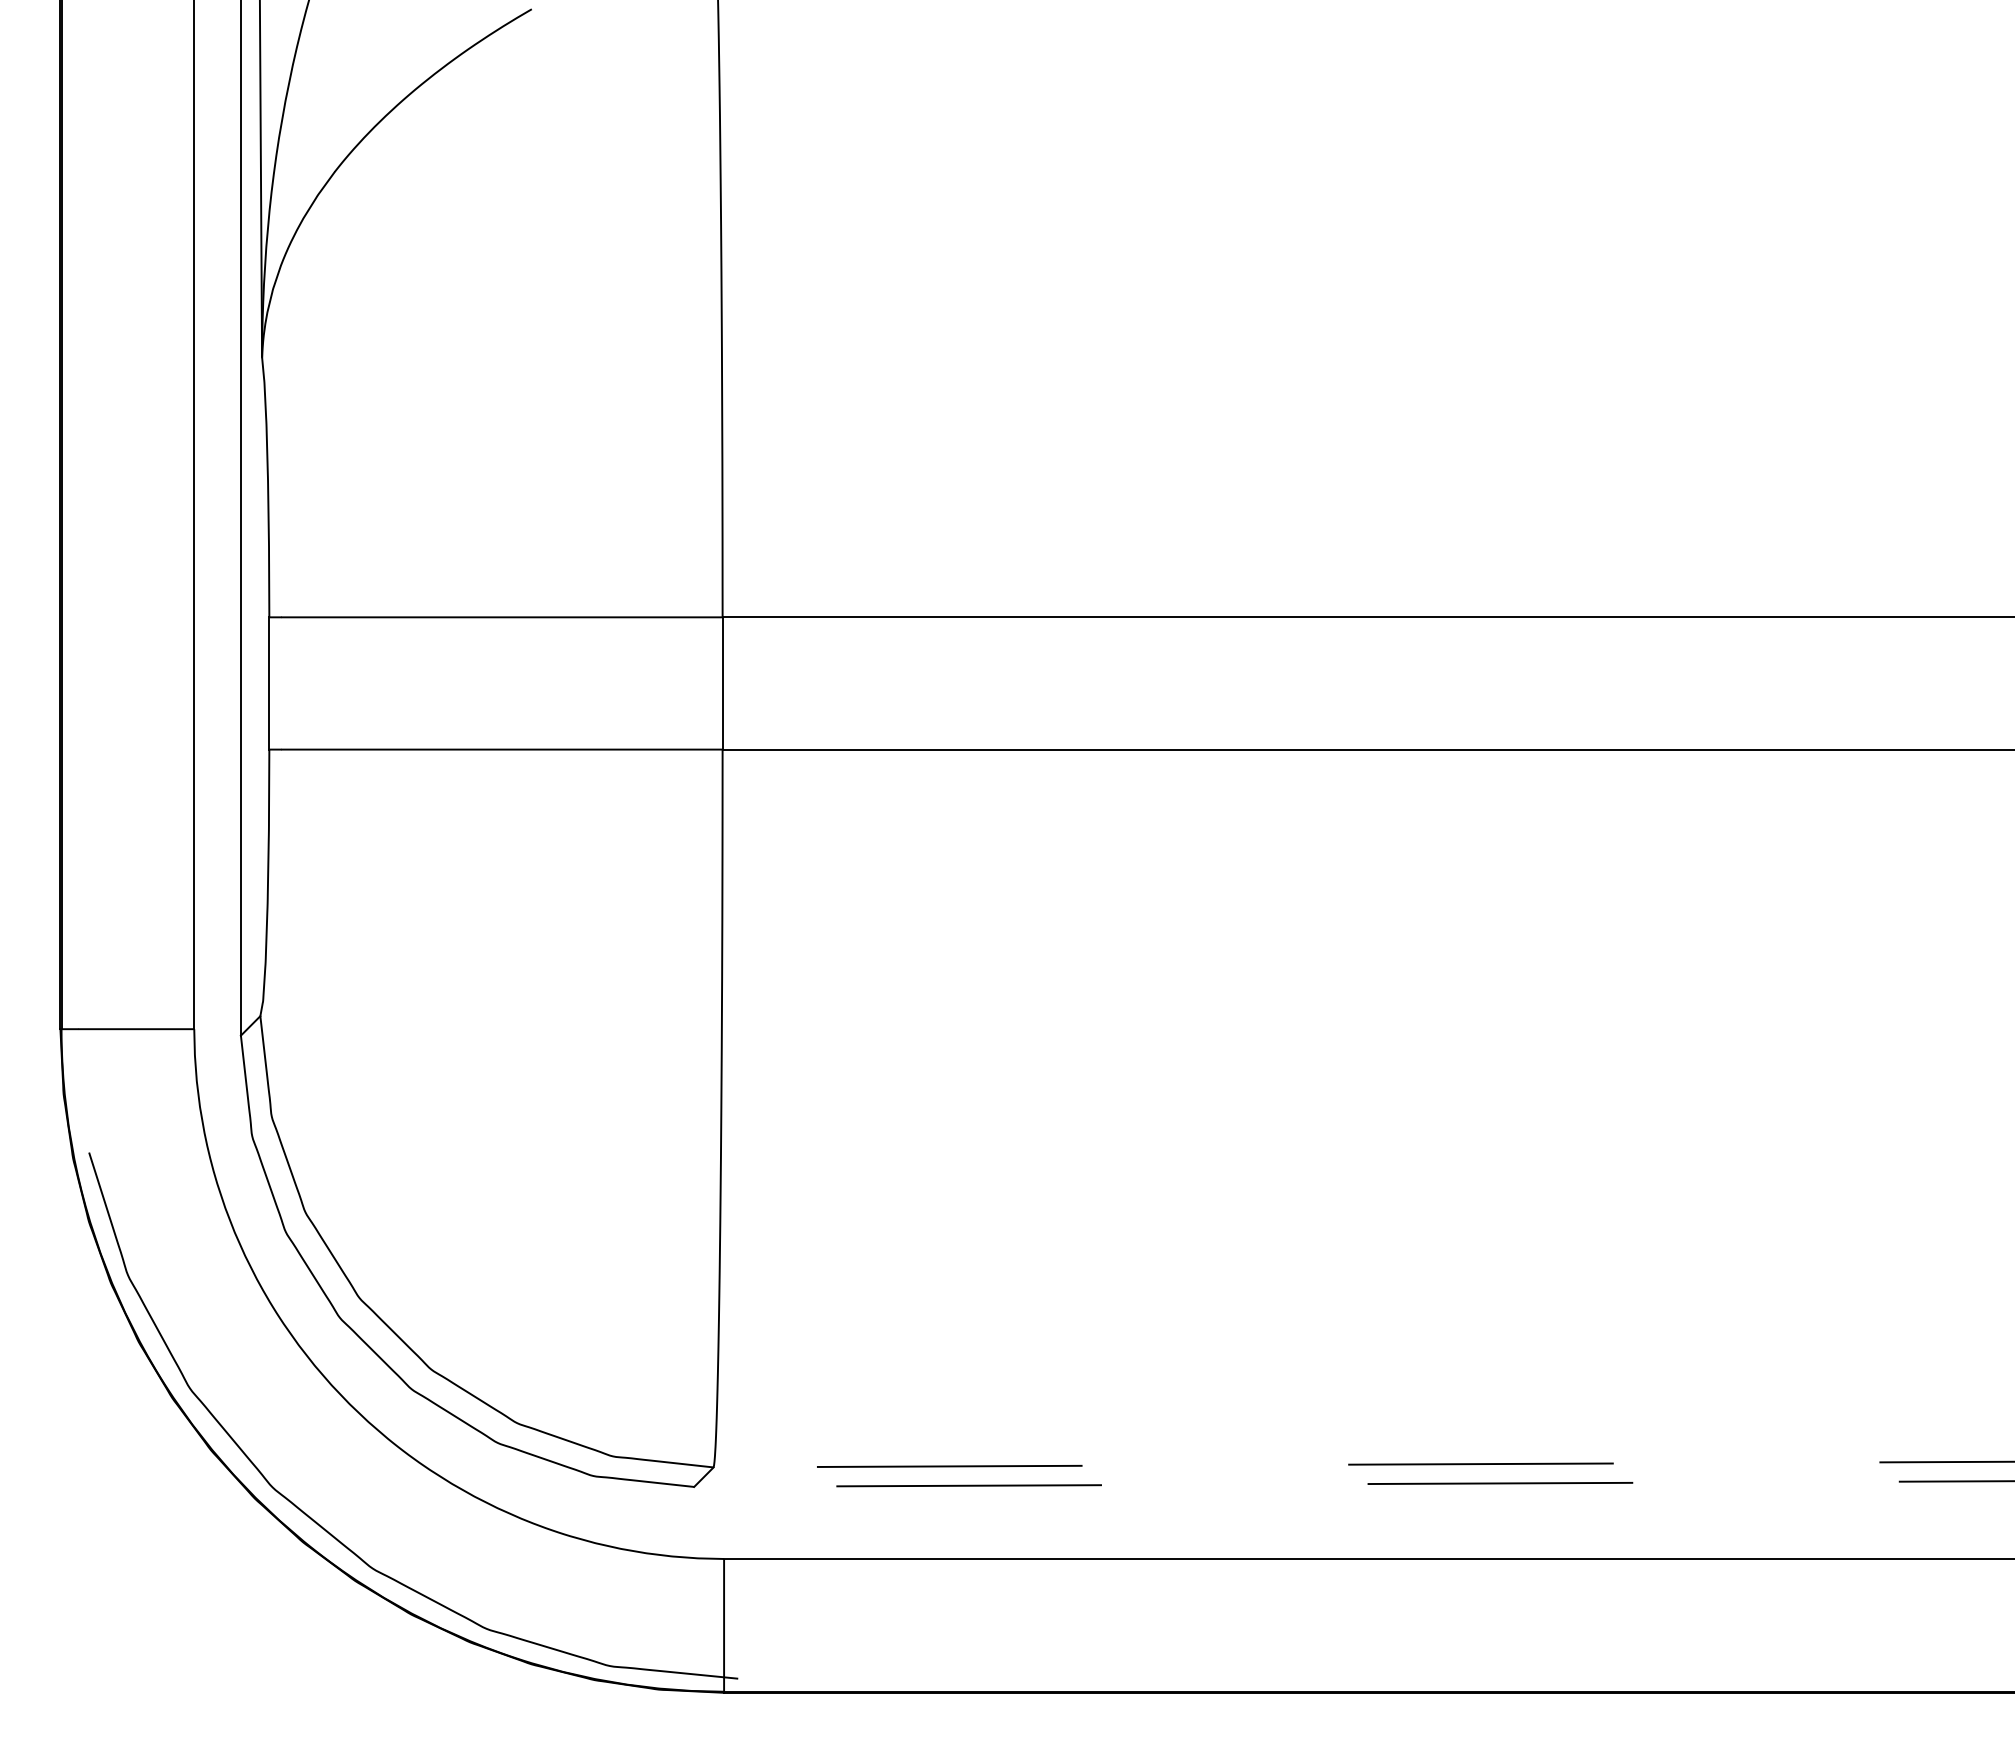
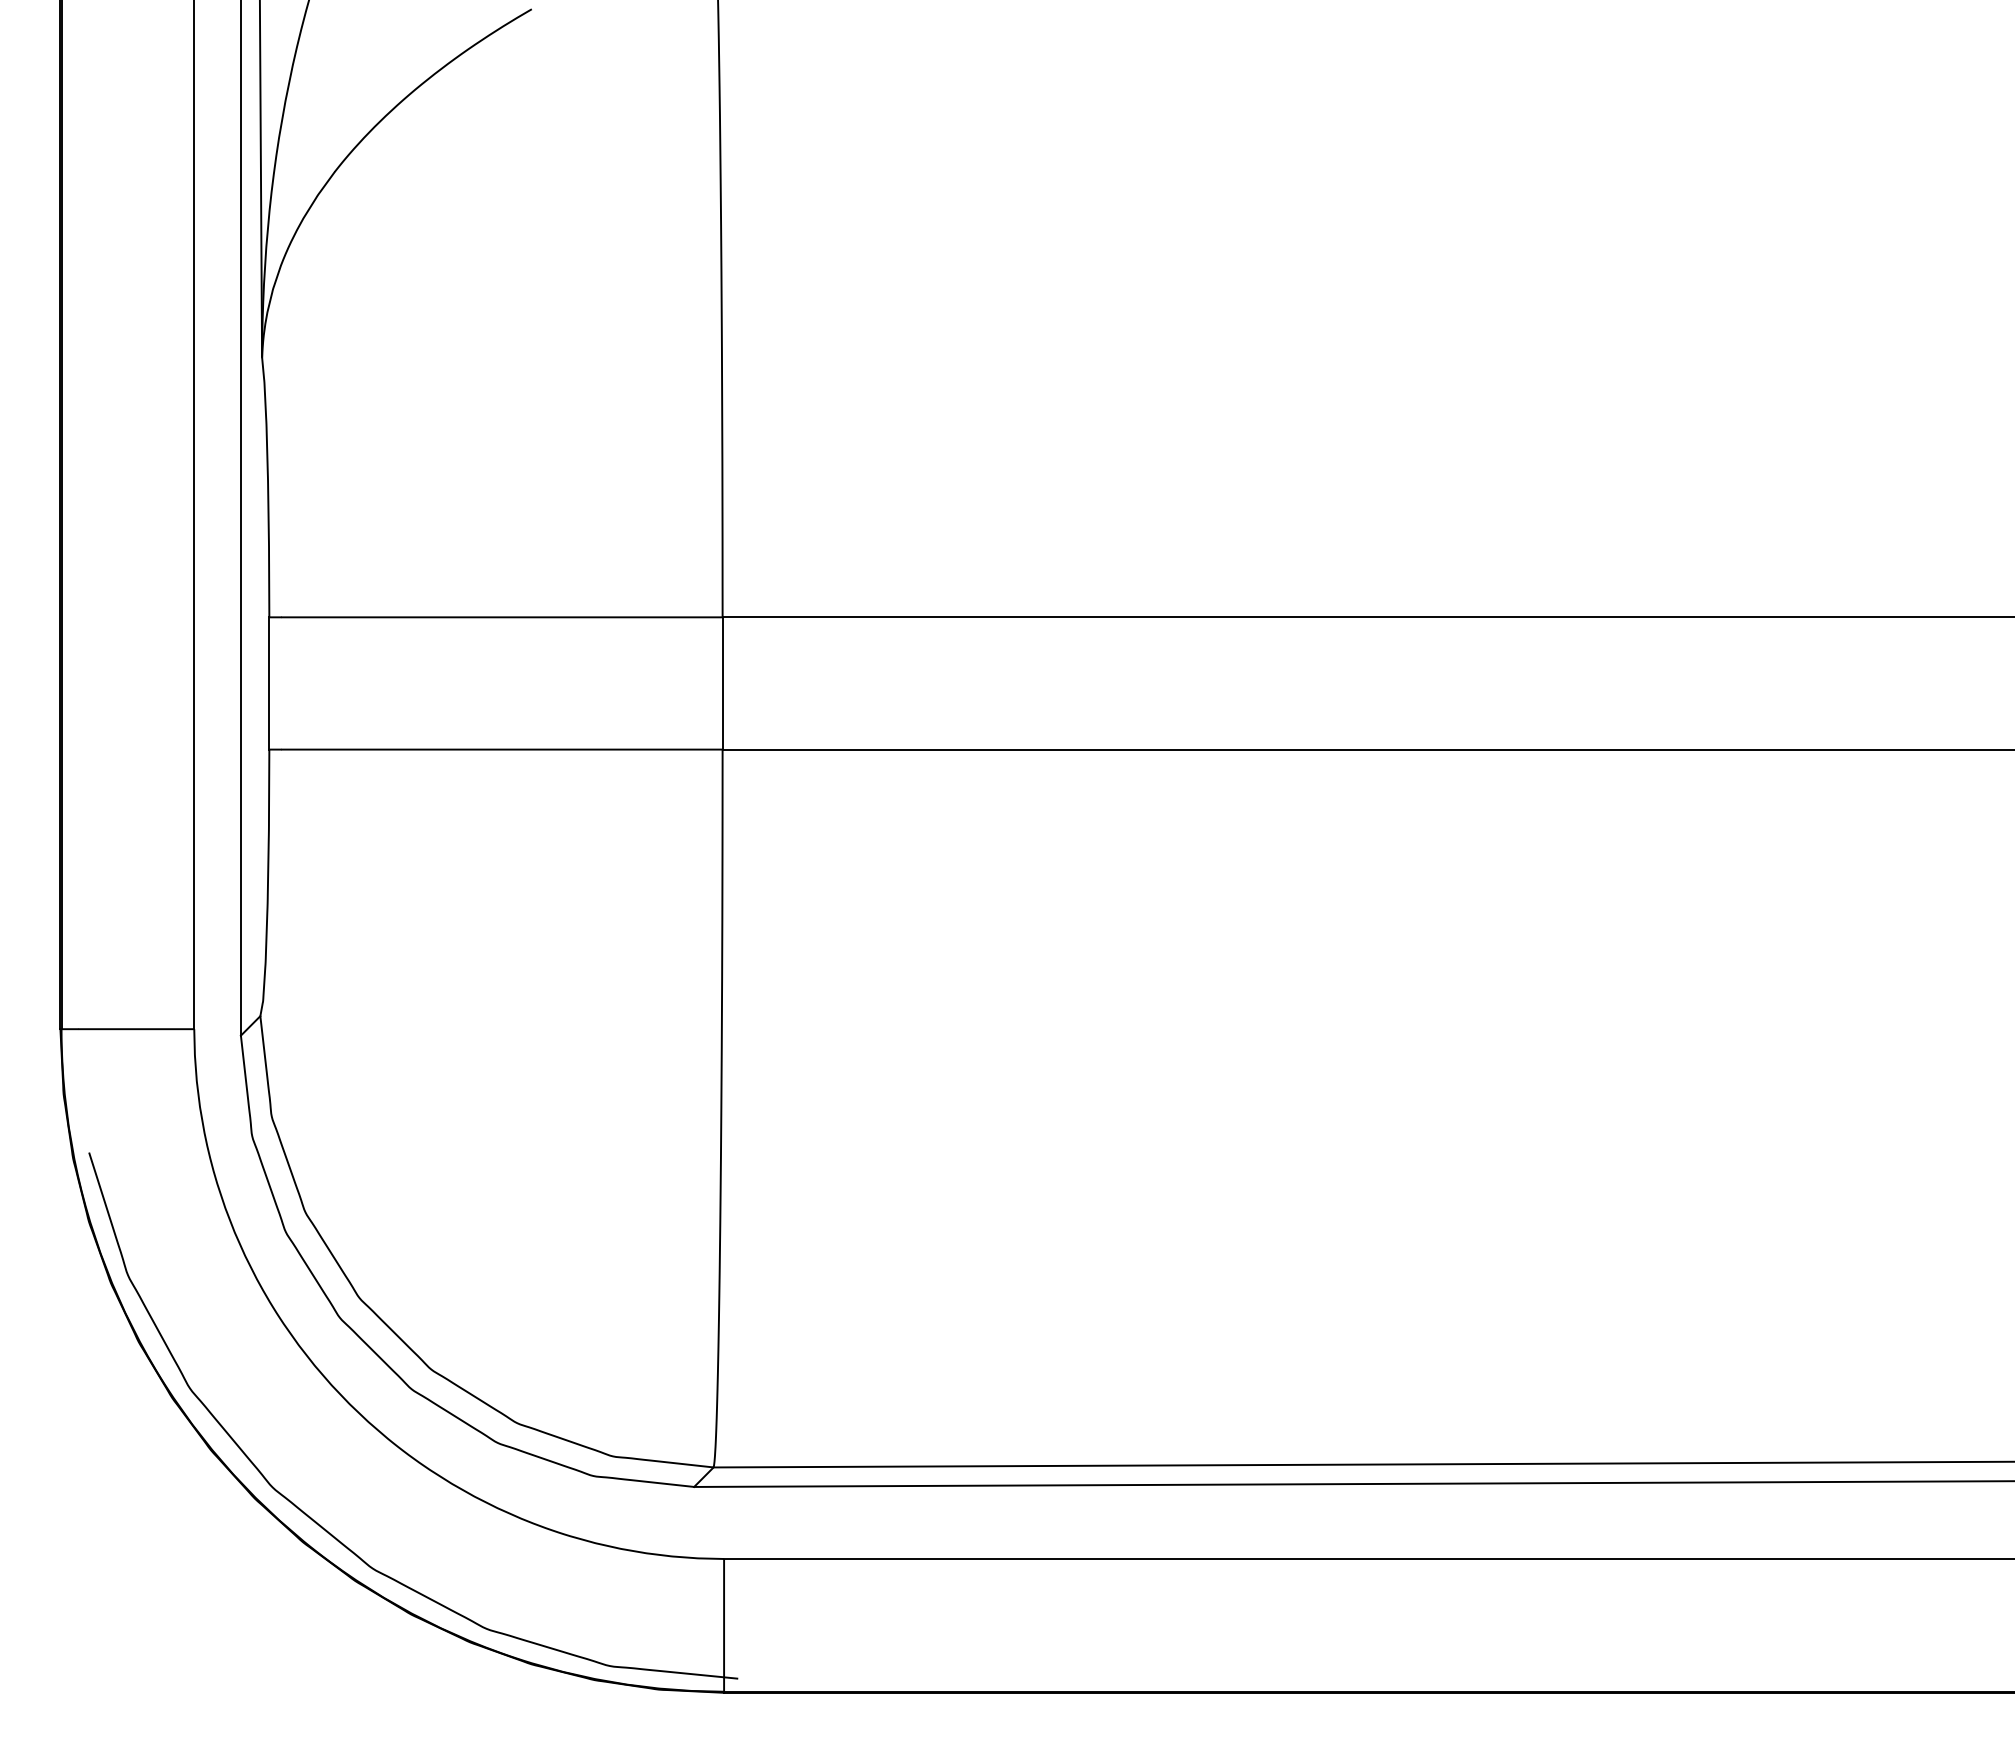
line at (1363, 1464): dashed -> solid
line at (1353, 1484): dashed -> solid
